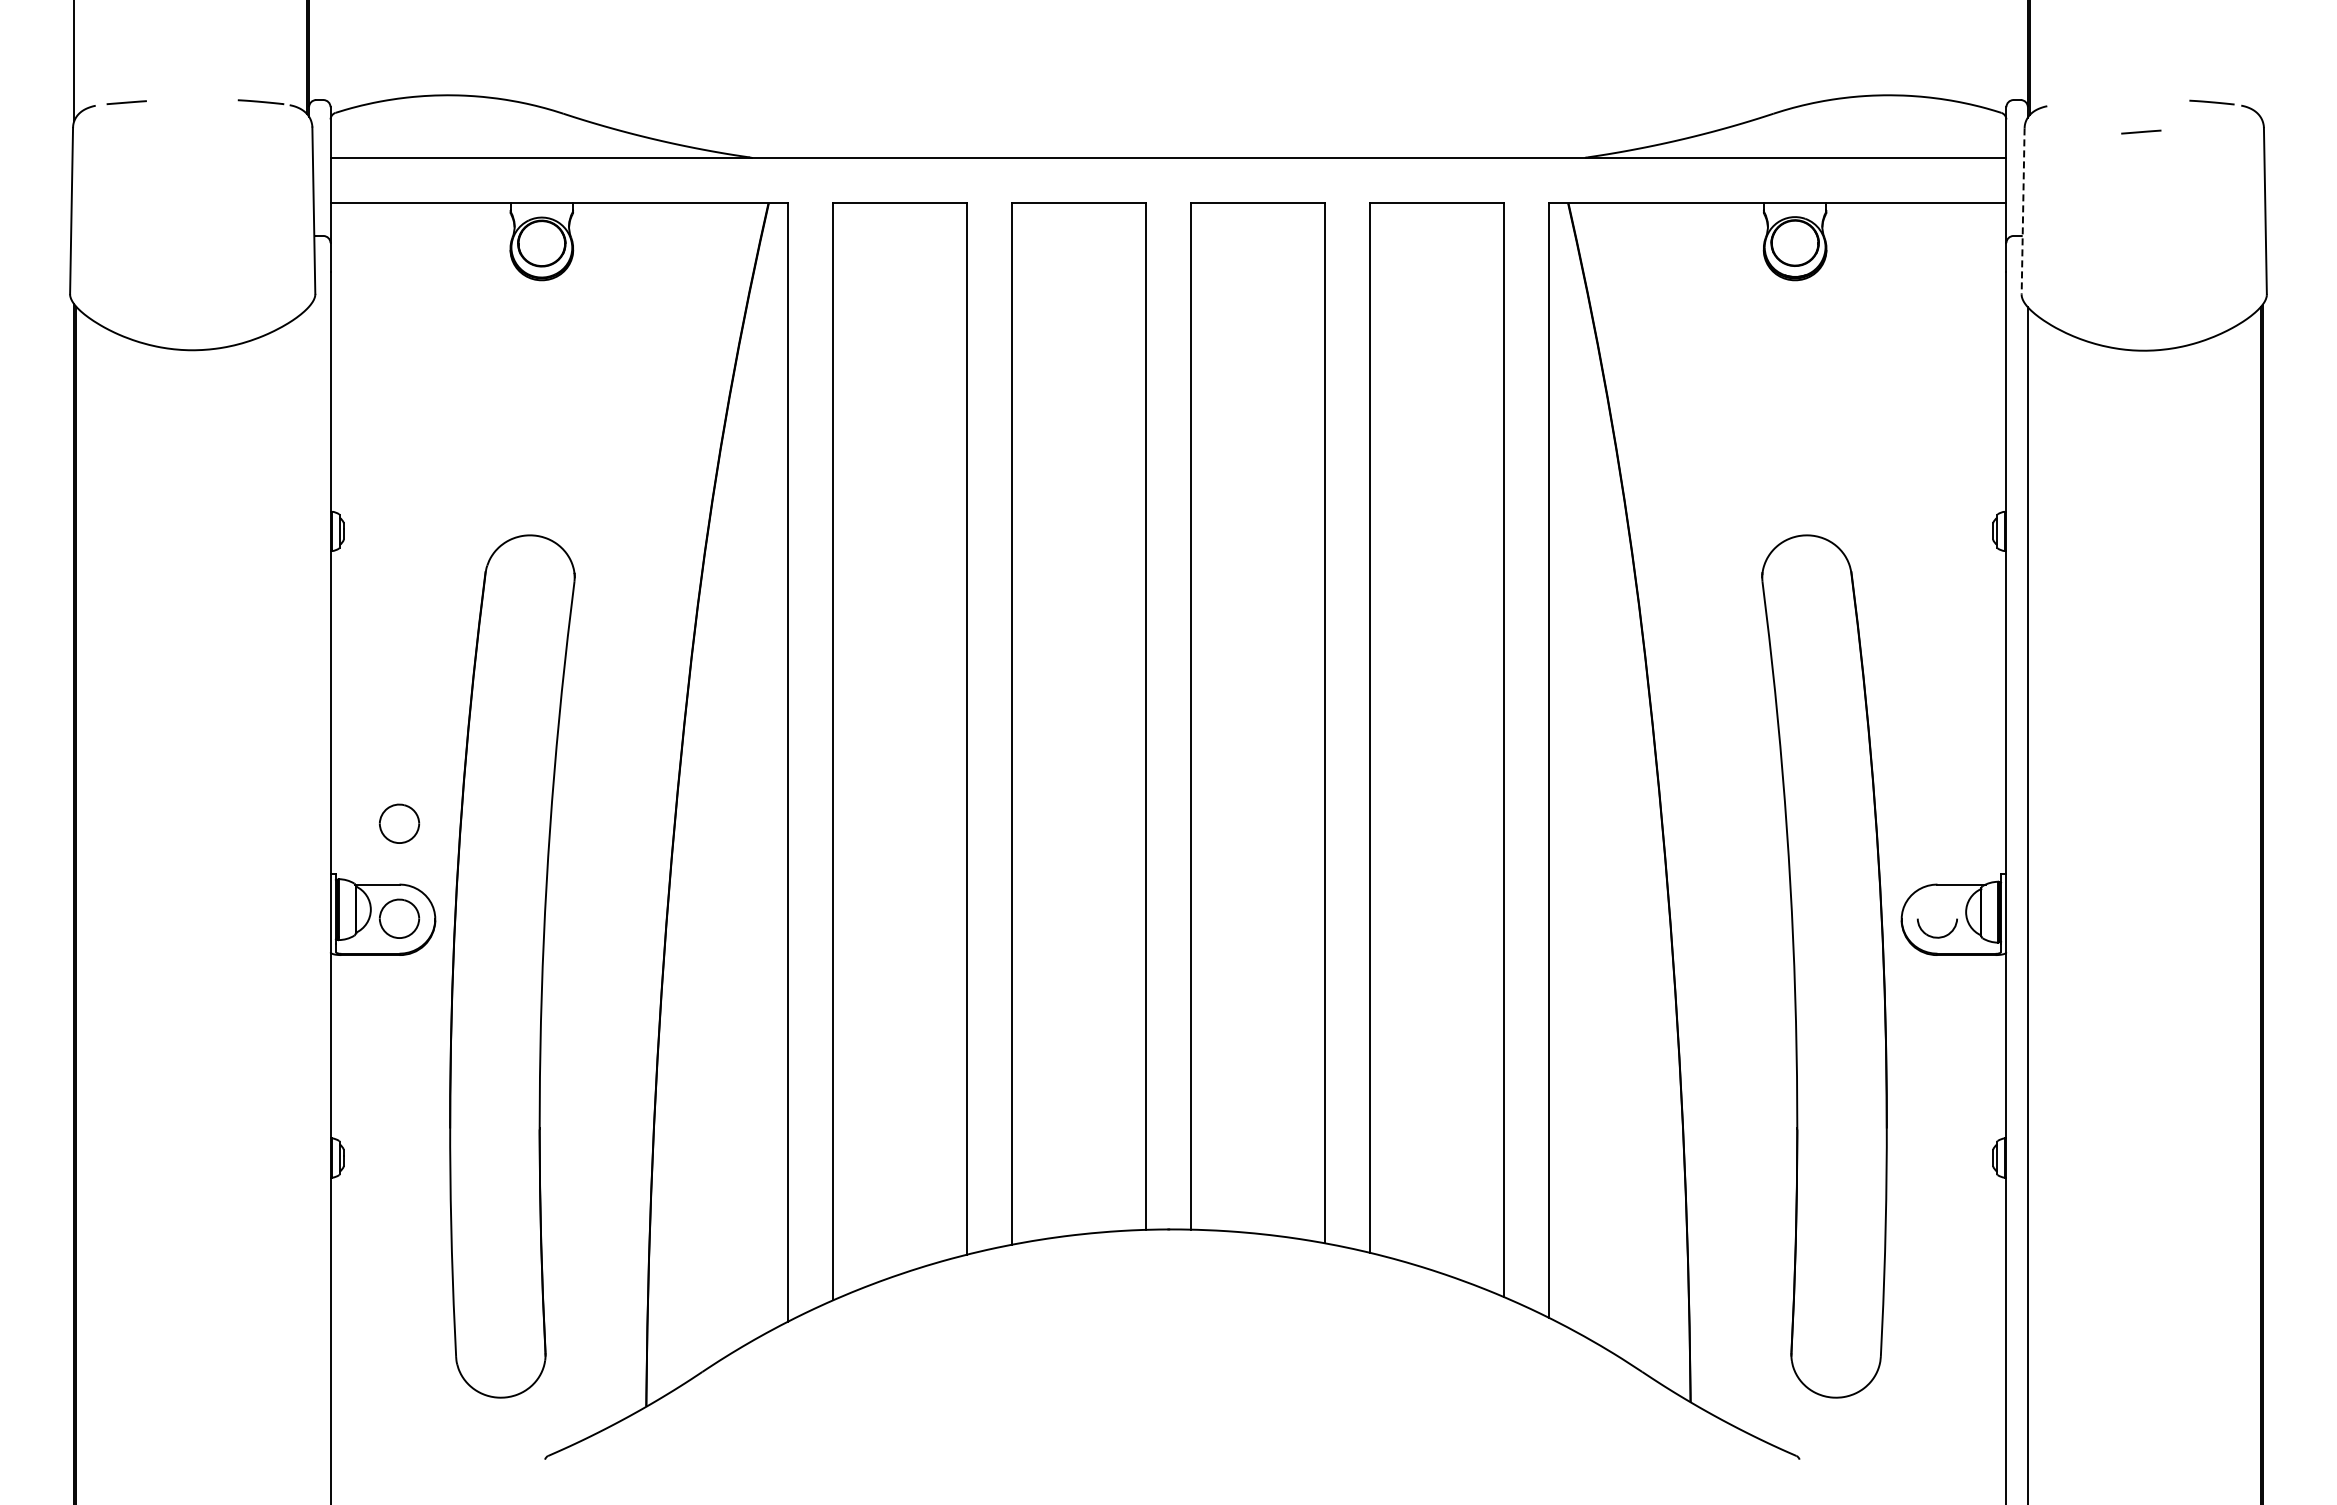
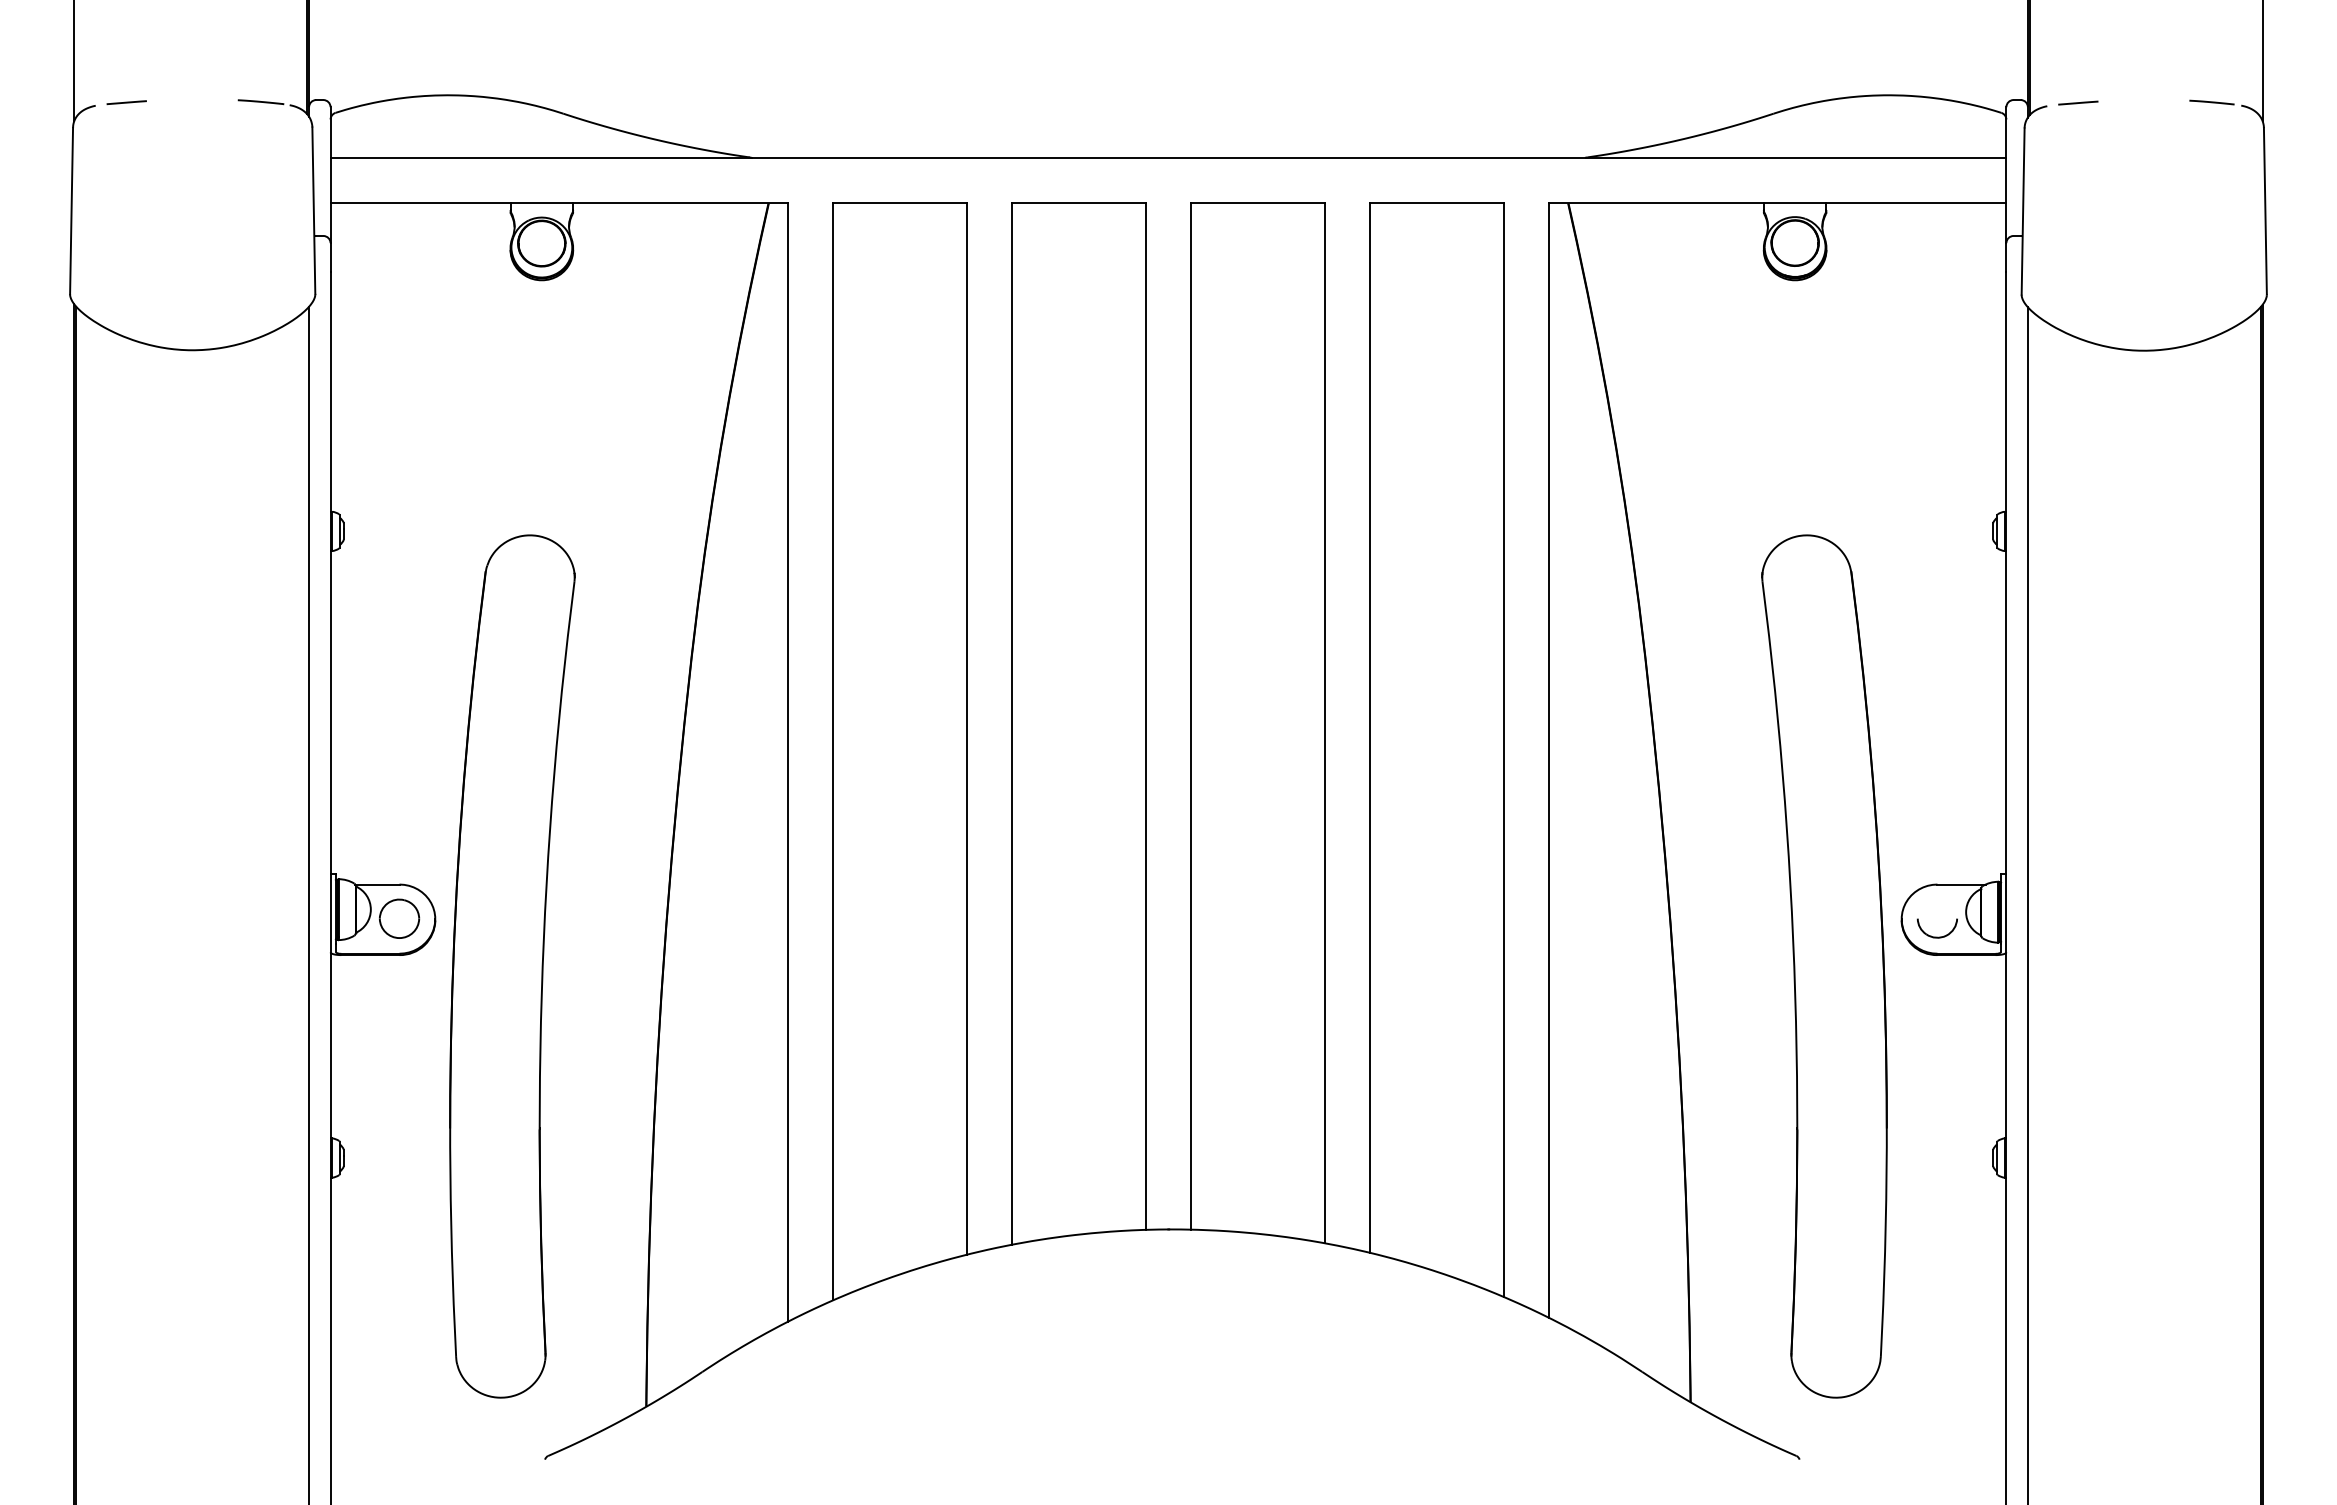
line at (2262, 61): none -> present
line at (2141, 131) position: (2141, 131) -> (2078, 102)
line at (2023, 212): dashed -> solid
part at (399, 823): present -> none
line at (309, 903): none -> present
